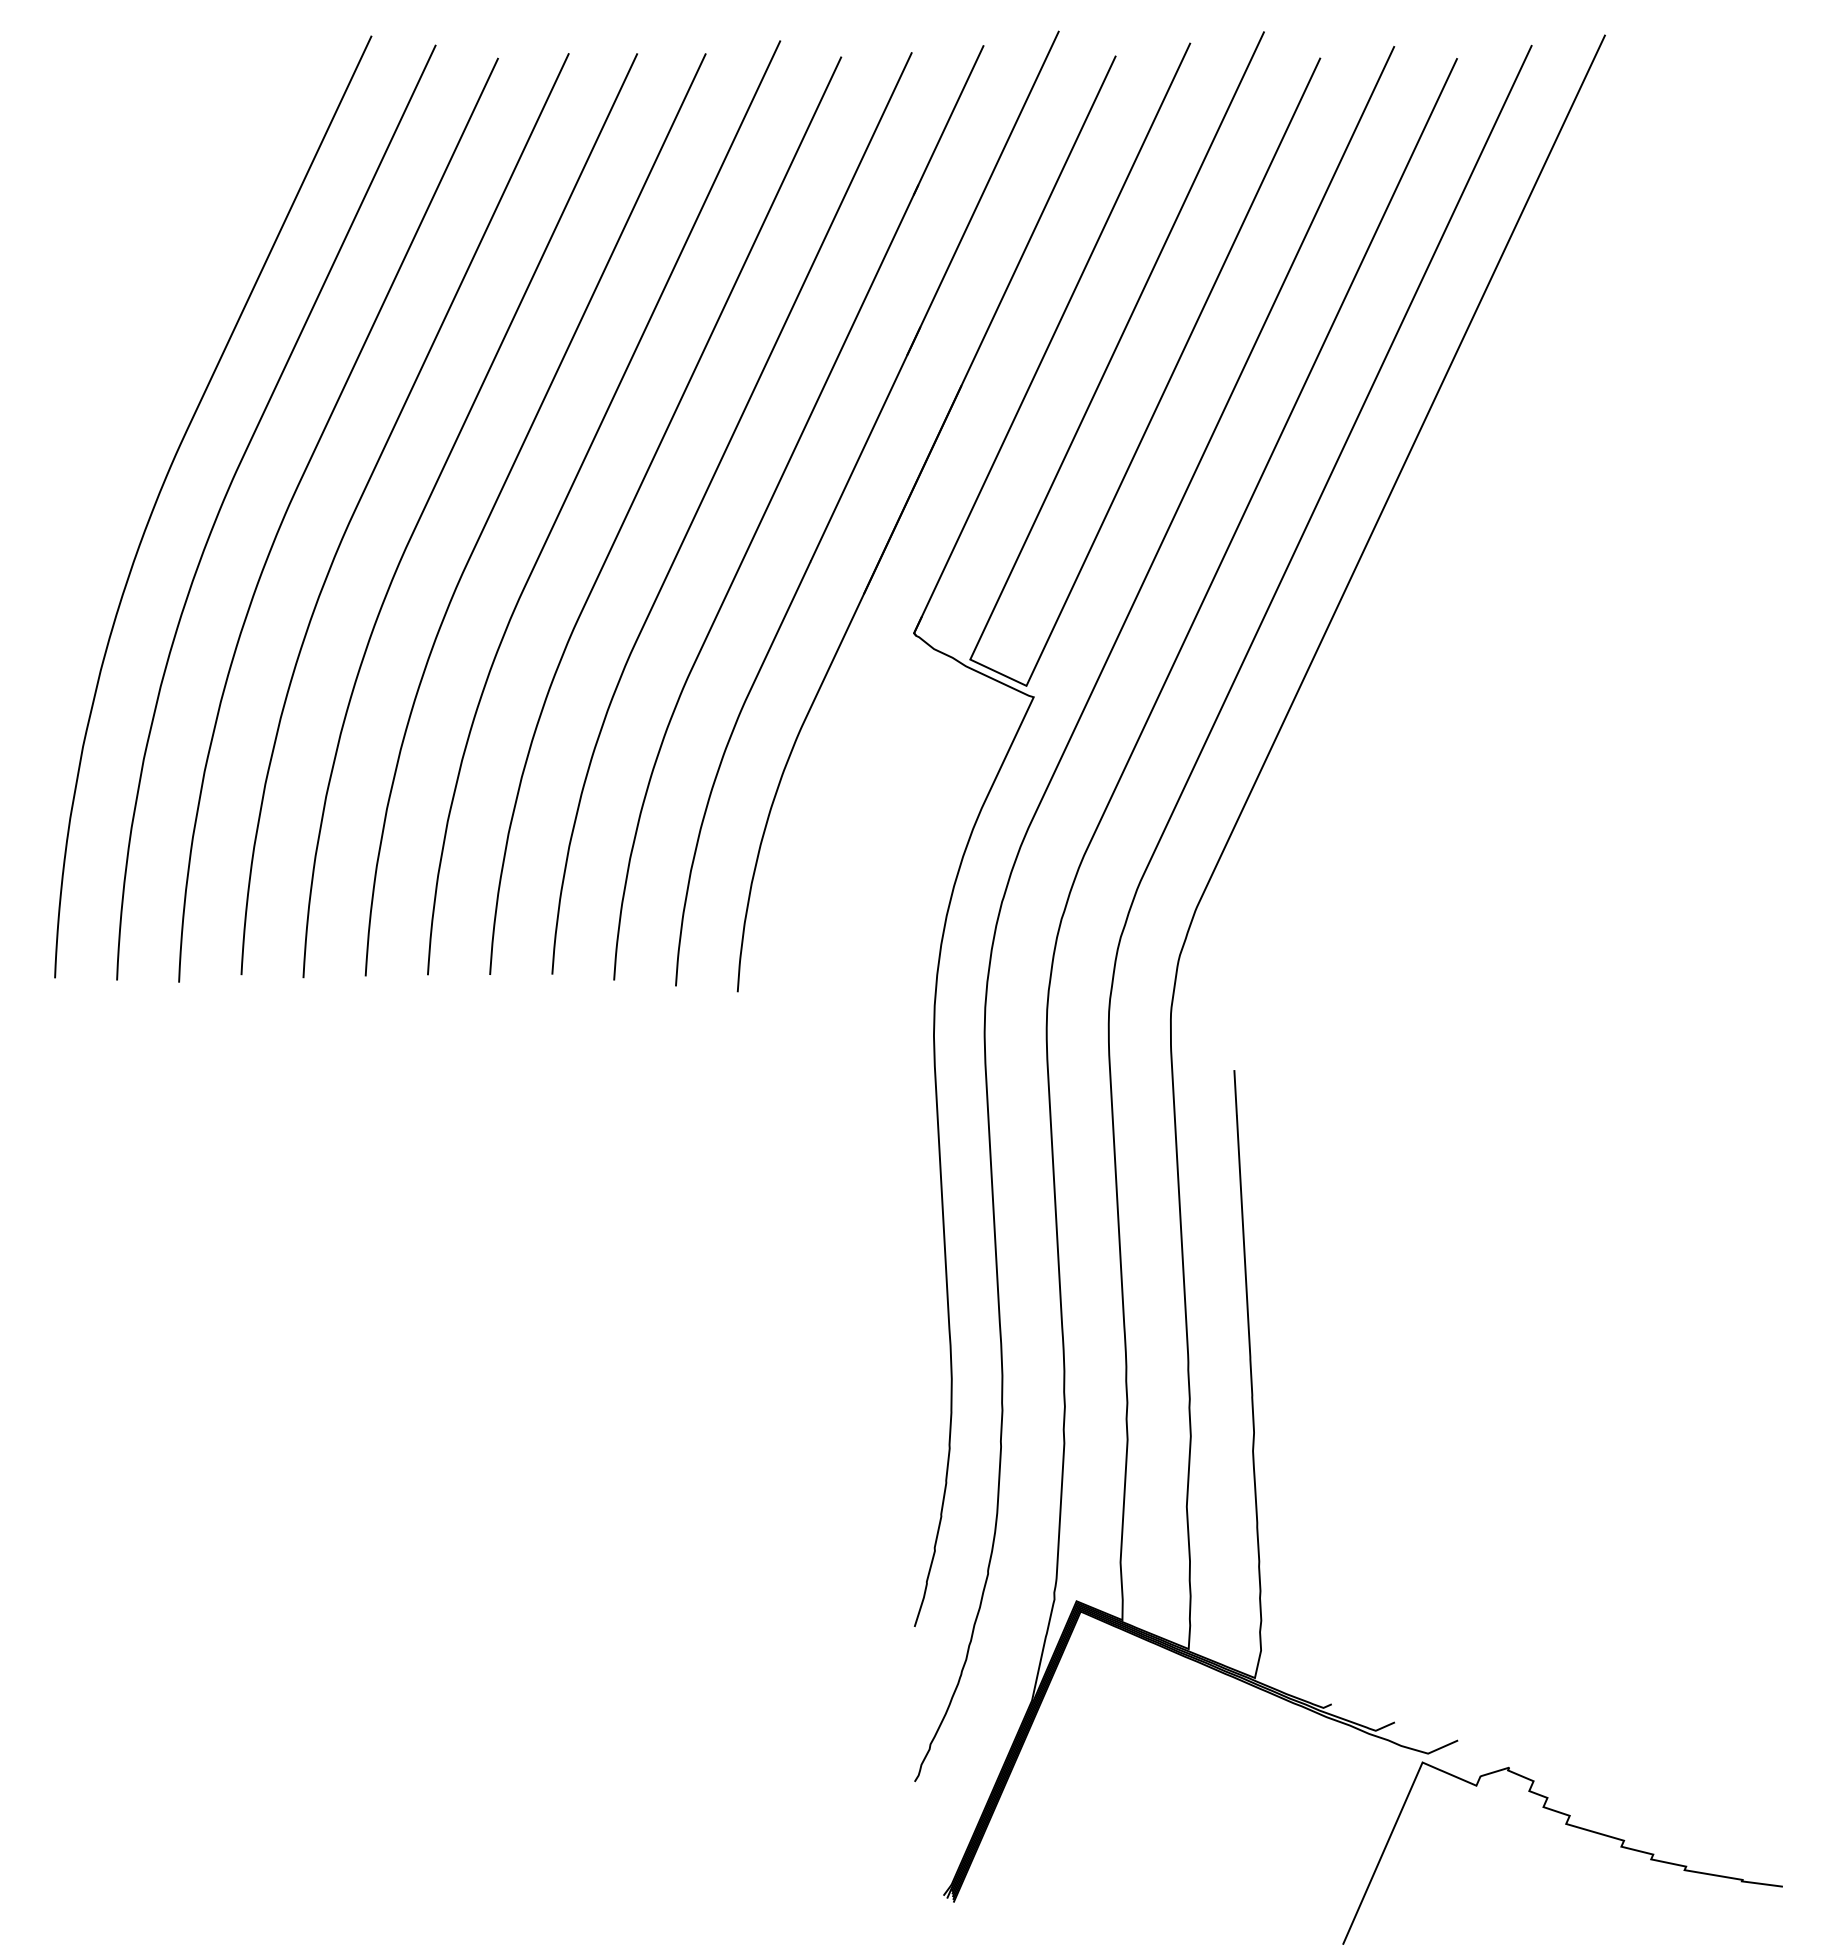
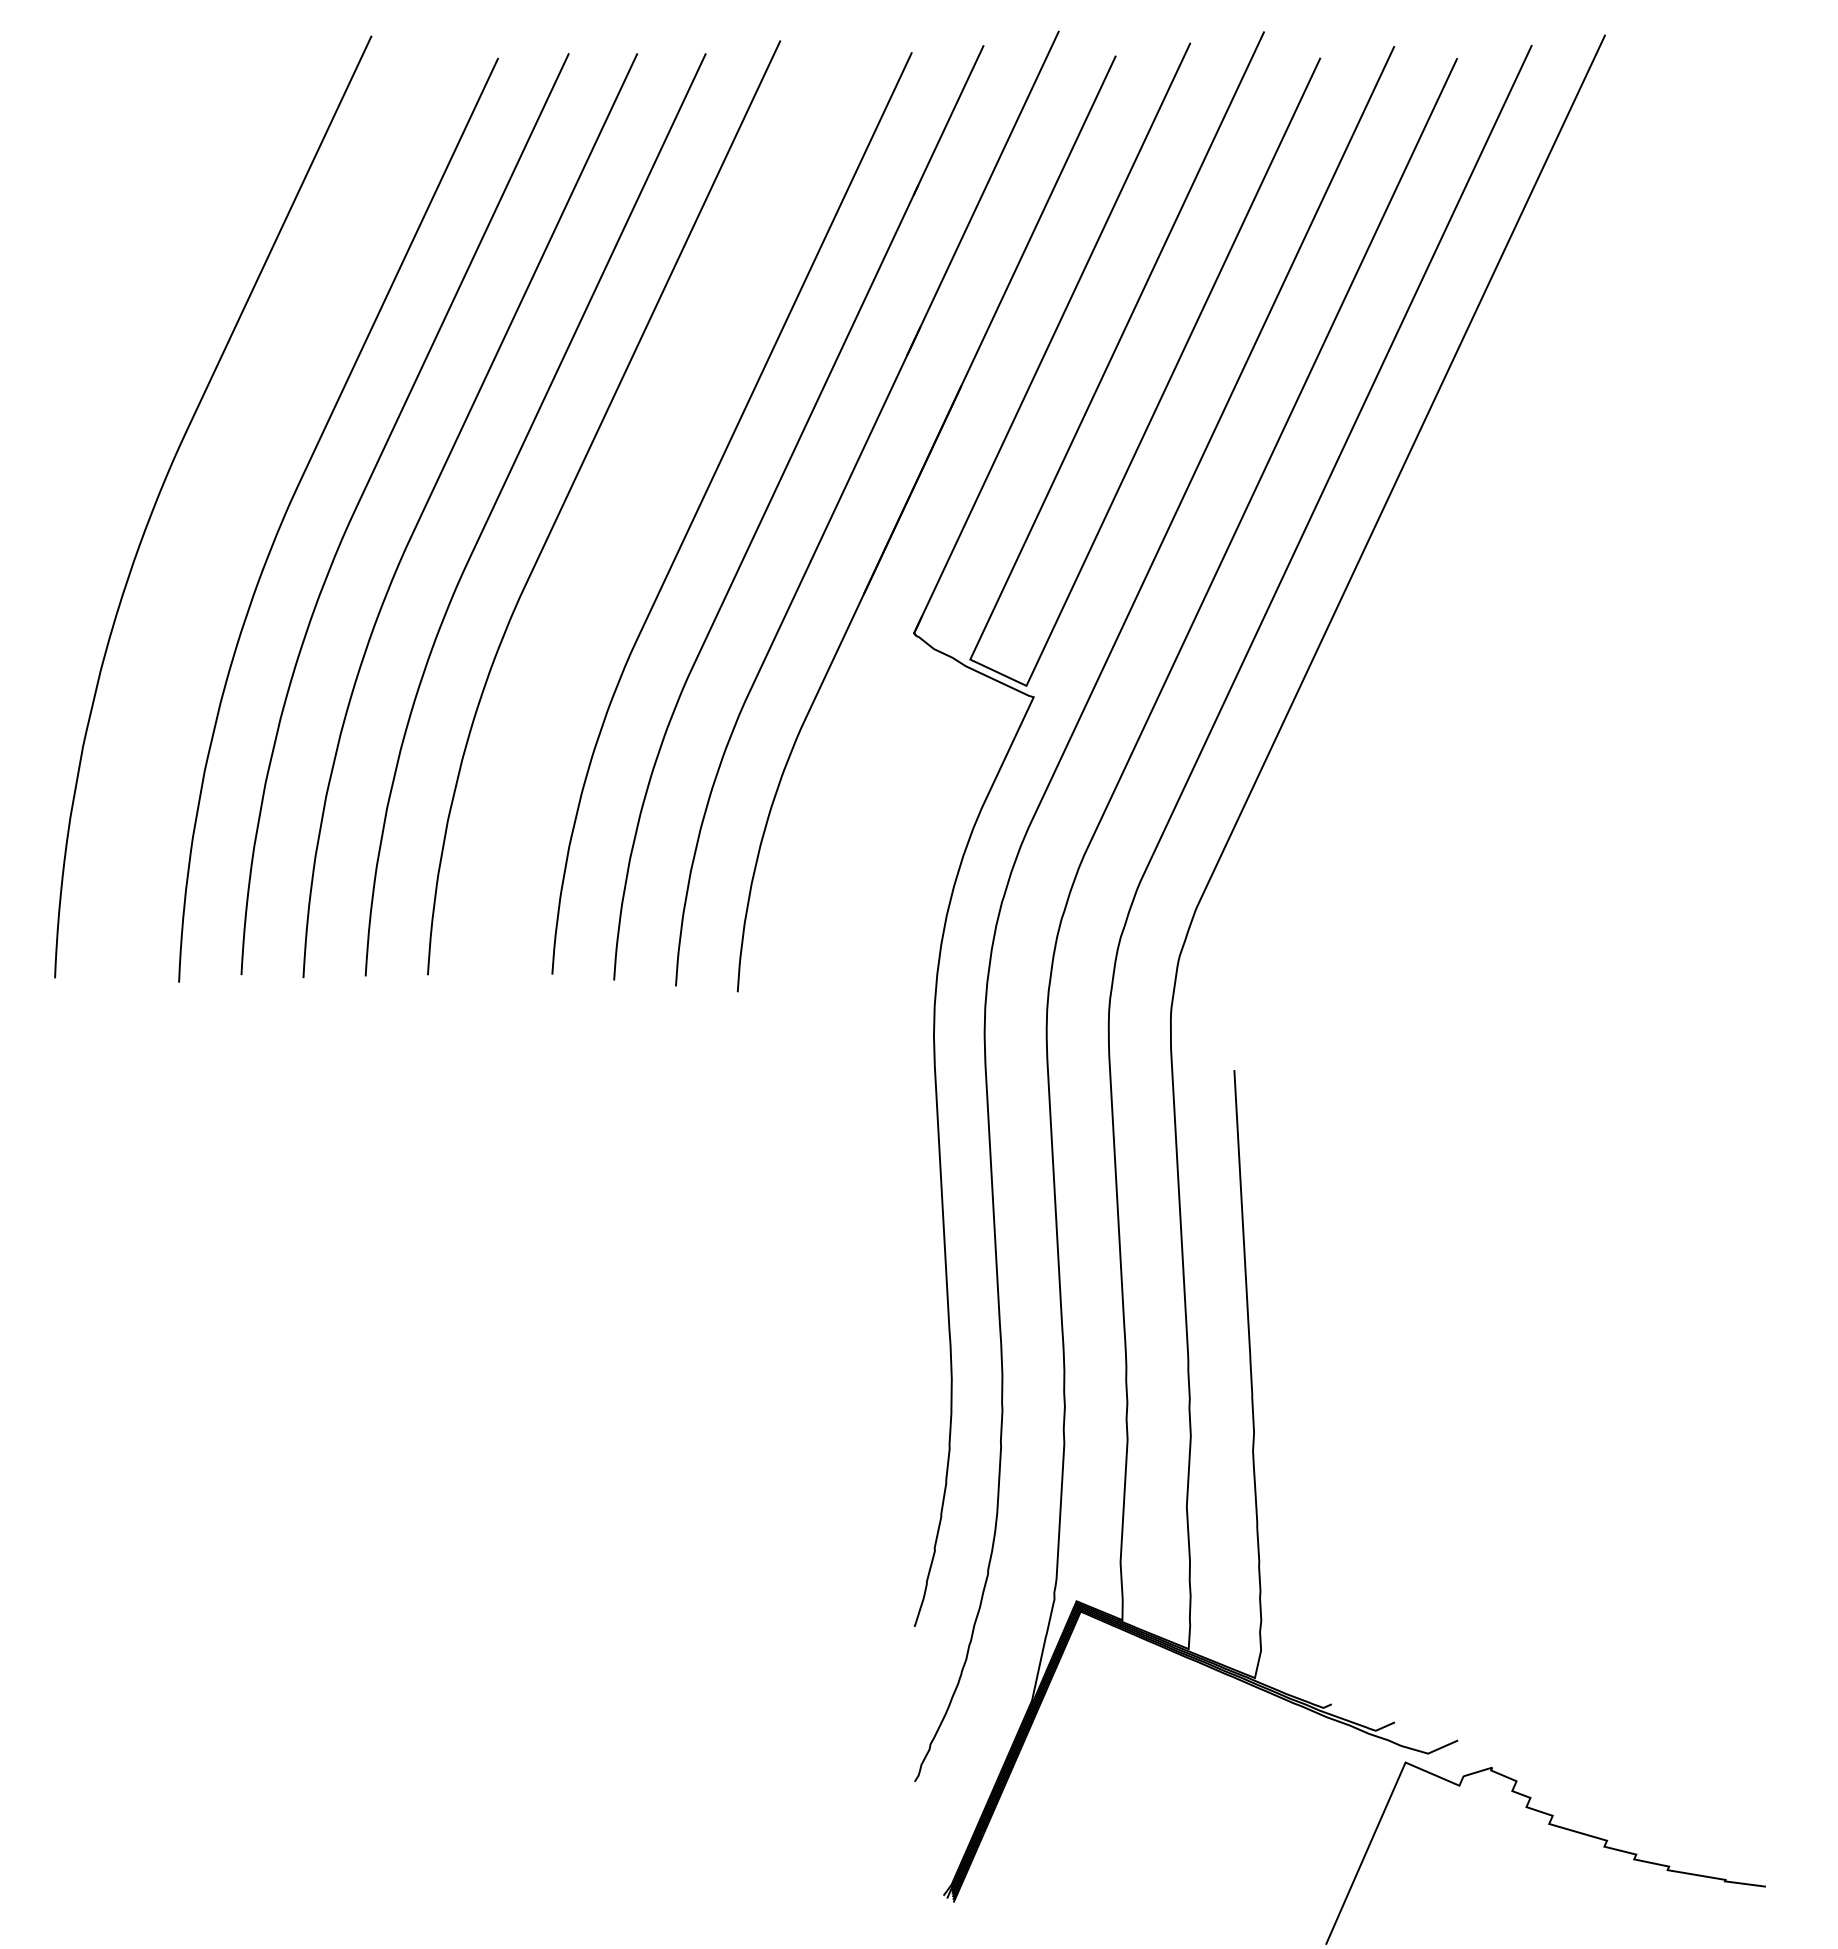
curve at (228, 492): present -> none
curve at (635, 499): present -> none
curve at (1570, 1826) position: (1570, 1826) -> (1553, 1826)
